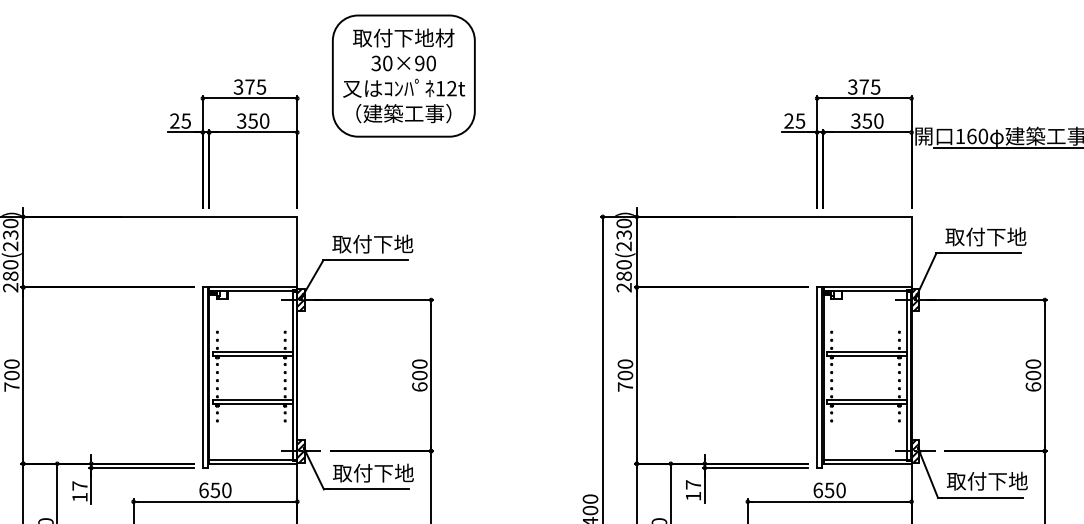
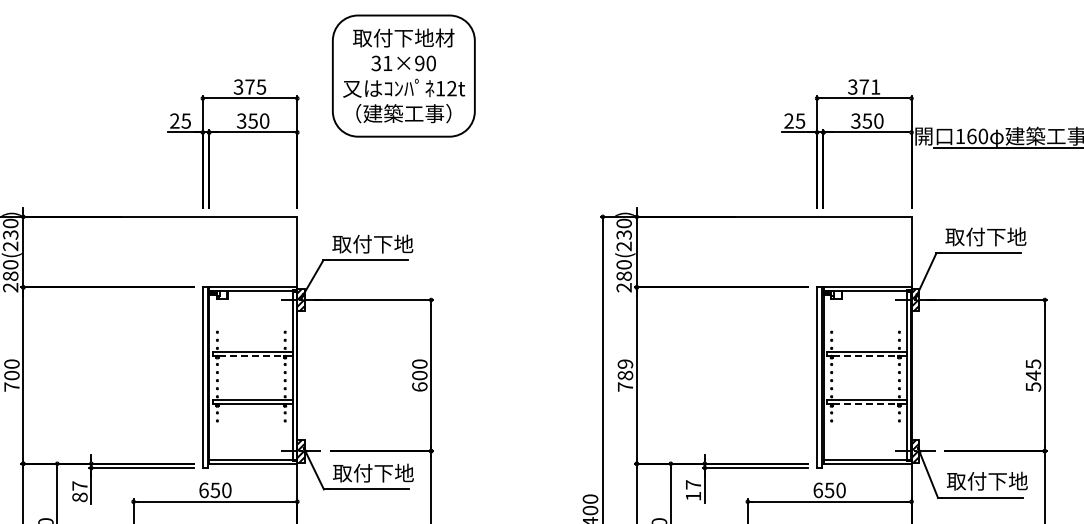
text at (387, 63): 30×90 -> 31×90
text at (875, 86): 375 -> 371
line at (251, 356): solid -> dashed
line at (865, 356): solid -> dashed
text at (625, 369): 700 -> 789
text at (1033, 375): 600 -> 545
line at (865, 404): solid -> dashed
text at (79, 497): 17 -> 87
